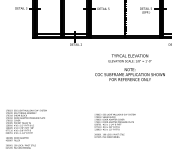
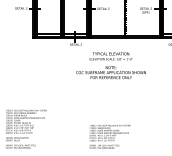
text at (129, 67) position: (129, 67) -> (110, 65)
text at (114, 125) position: (114, 125) -> (109, 136)
